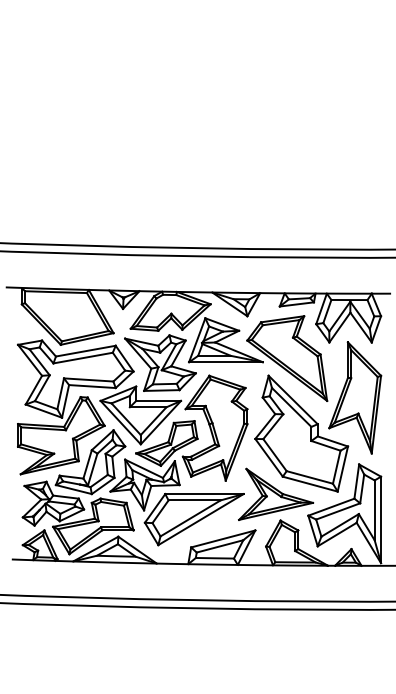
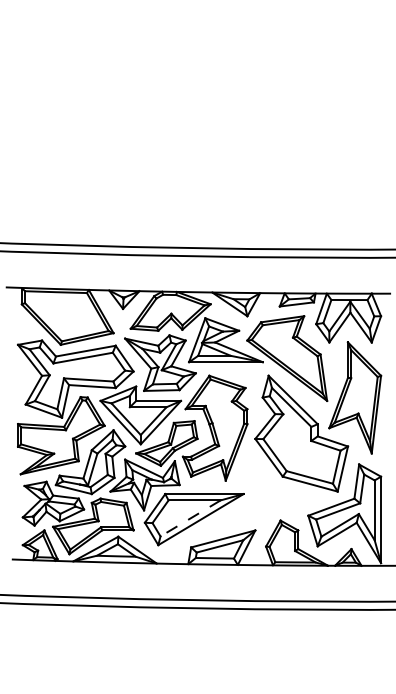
part at (276, 493): present -> none
line at (190, 518): solid -> dashed
